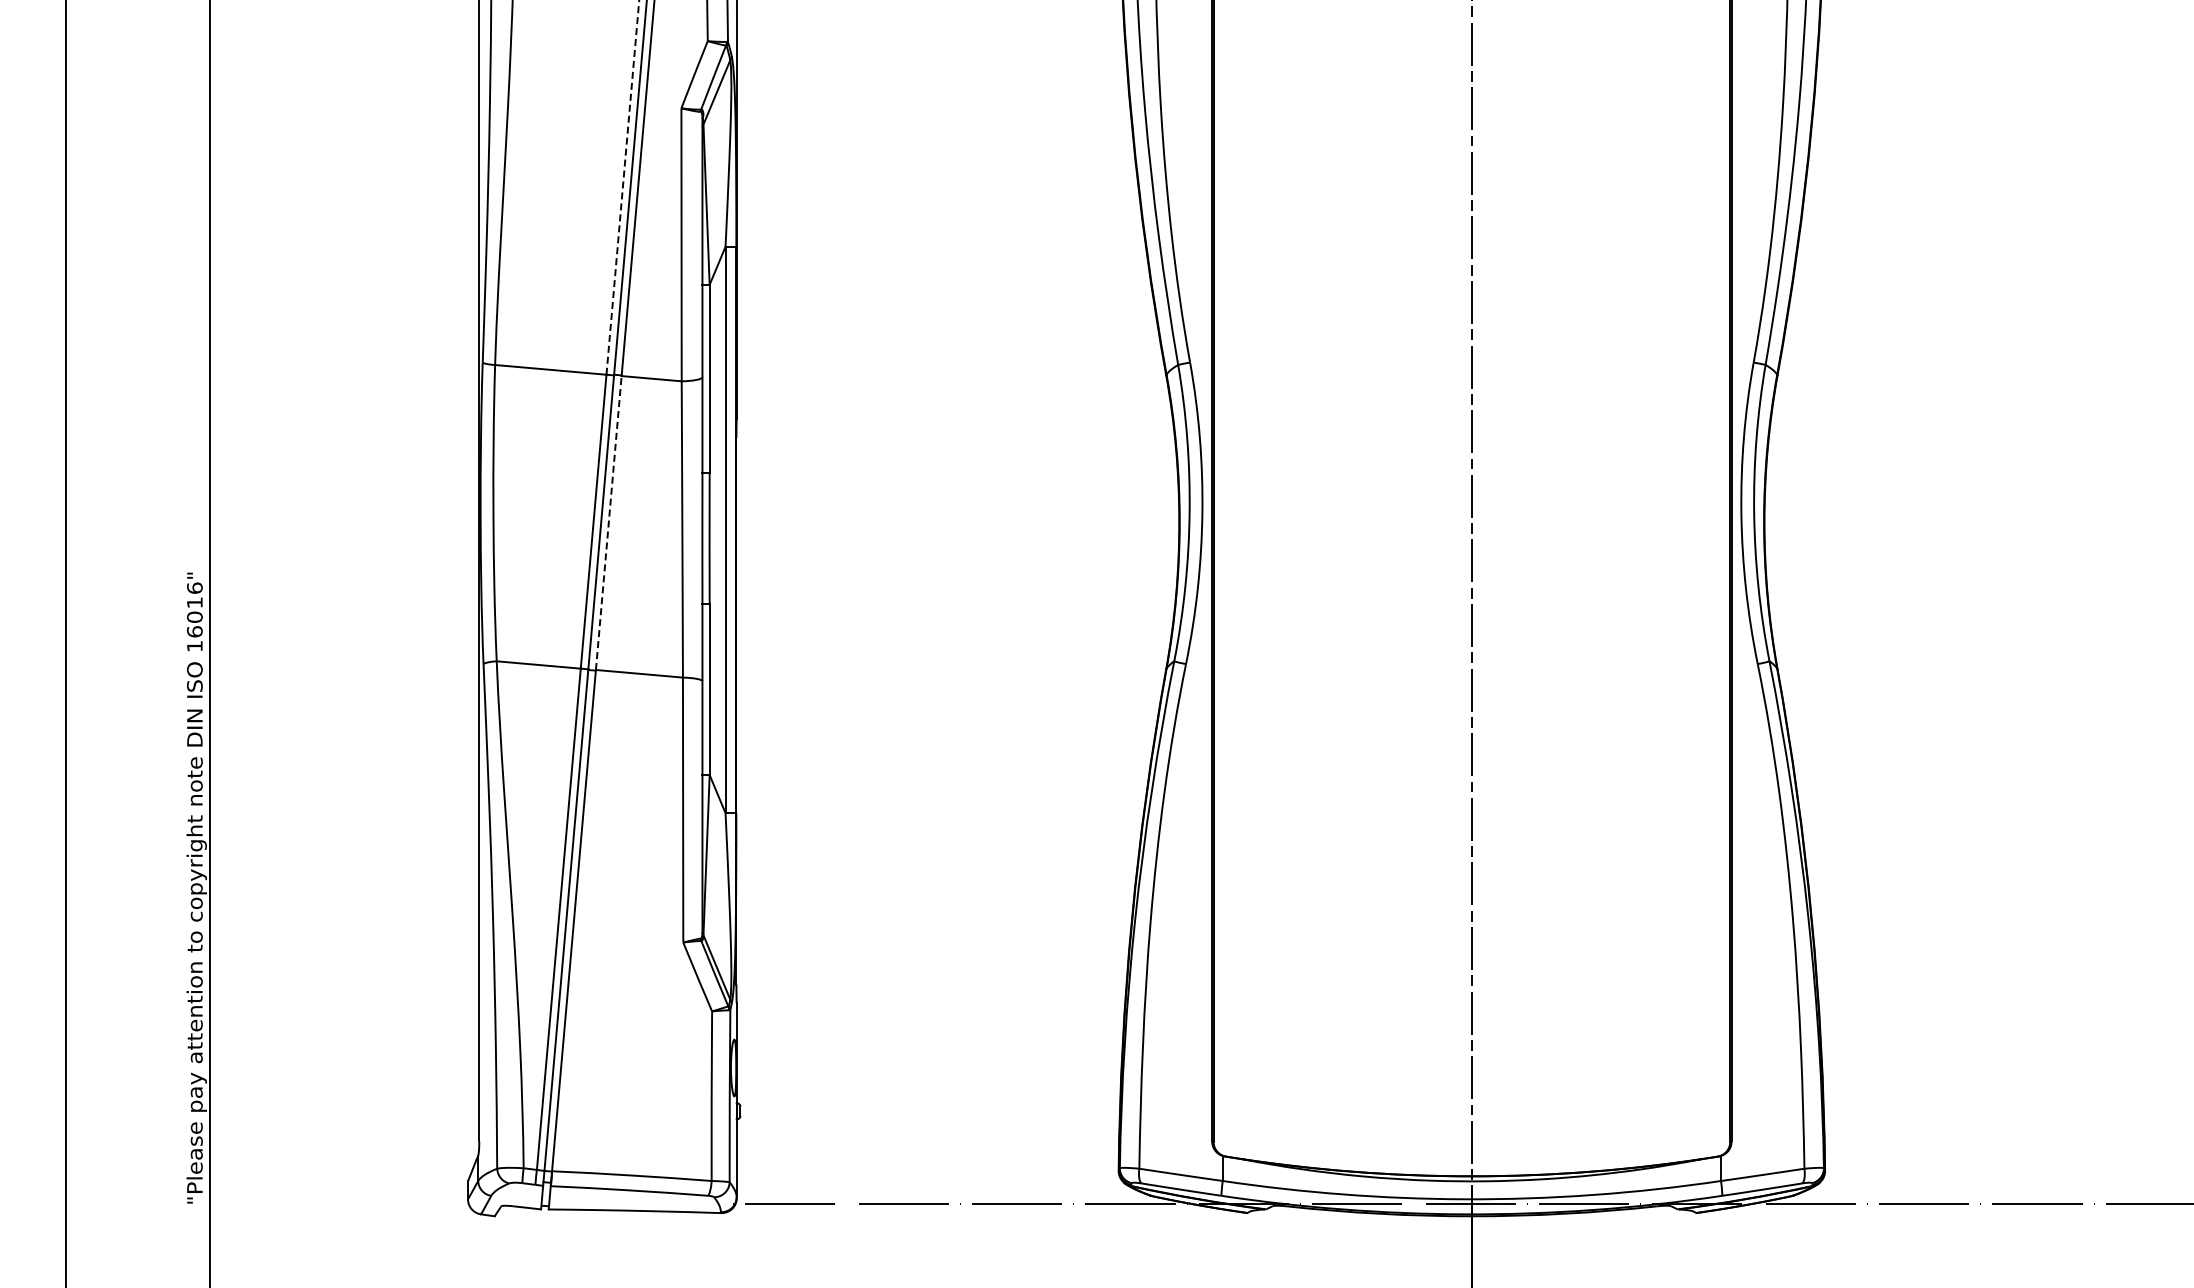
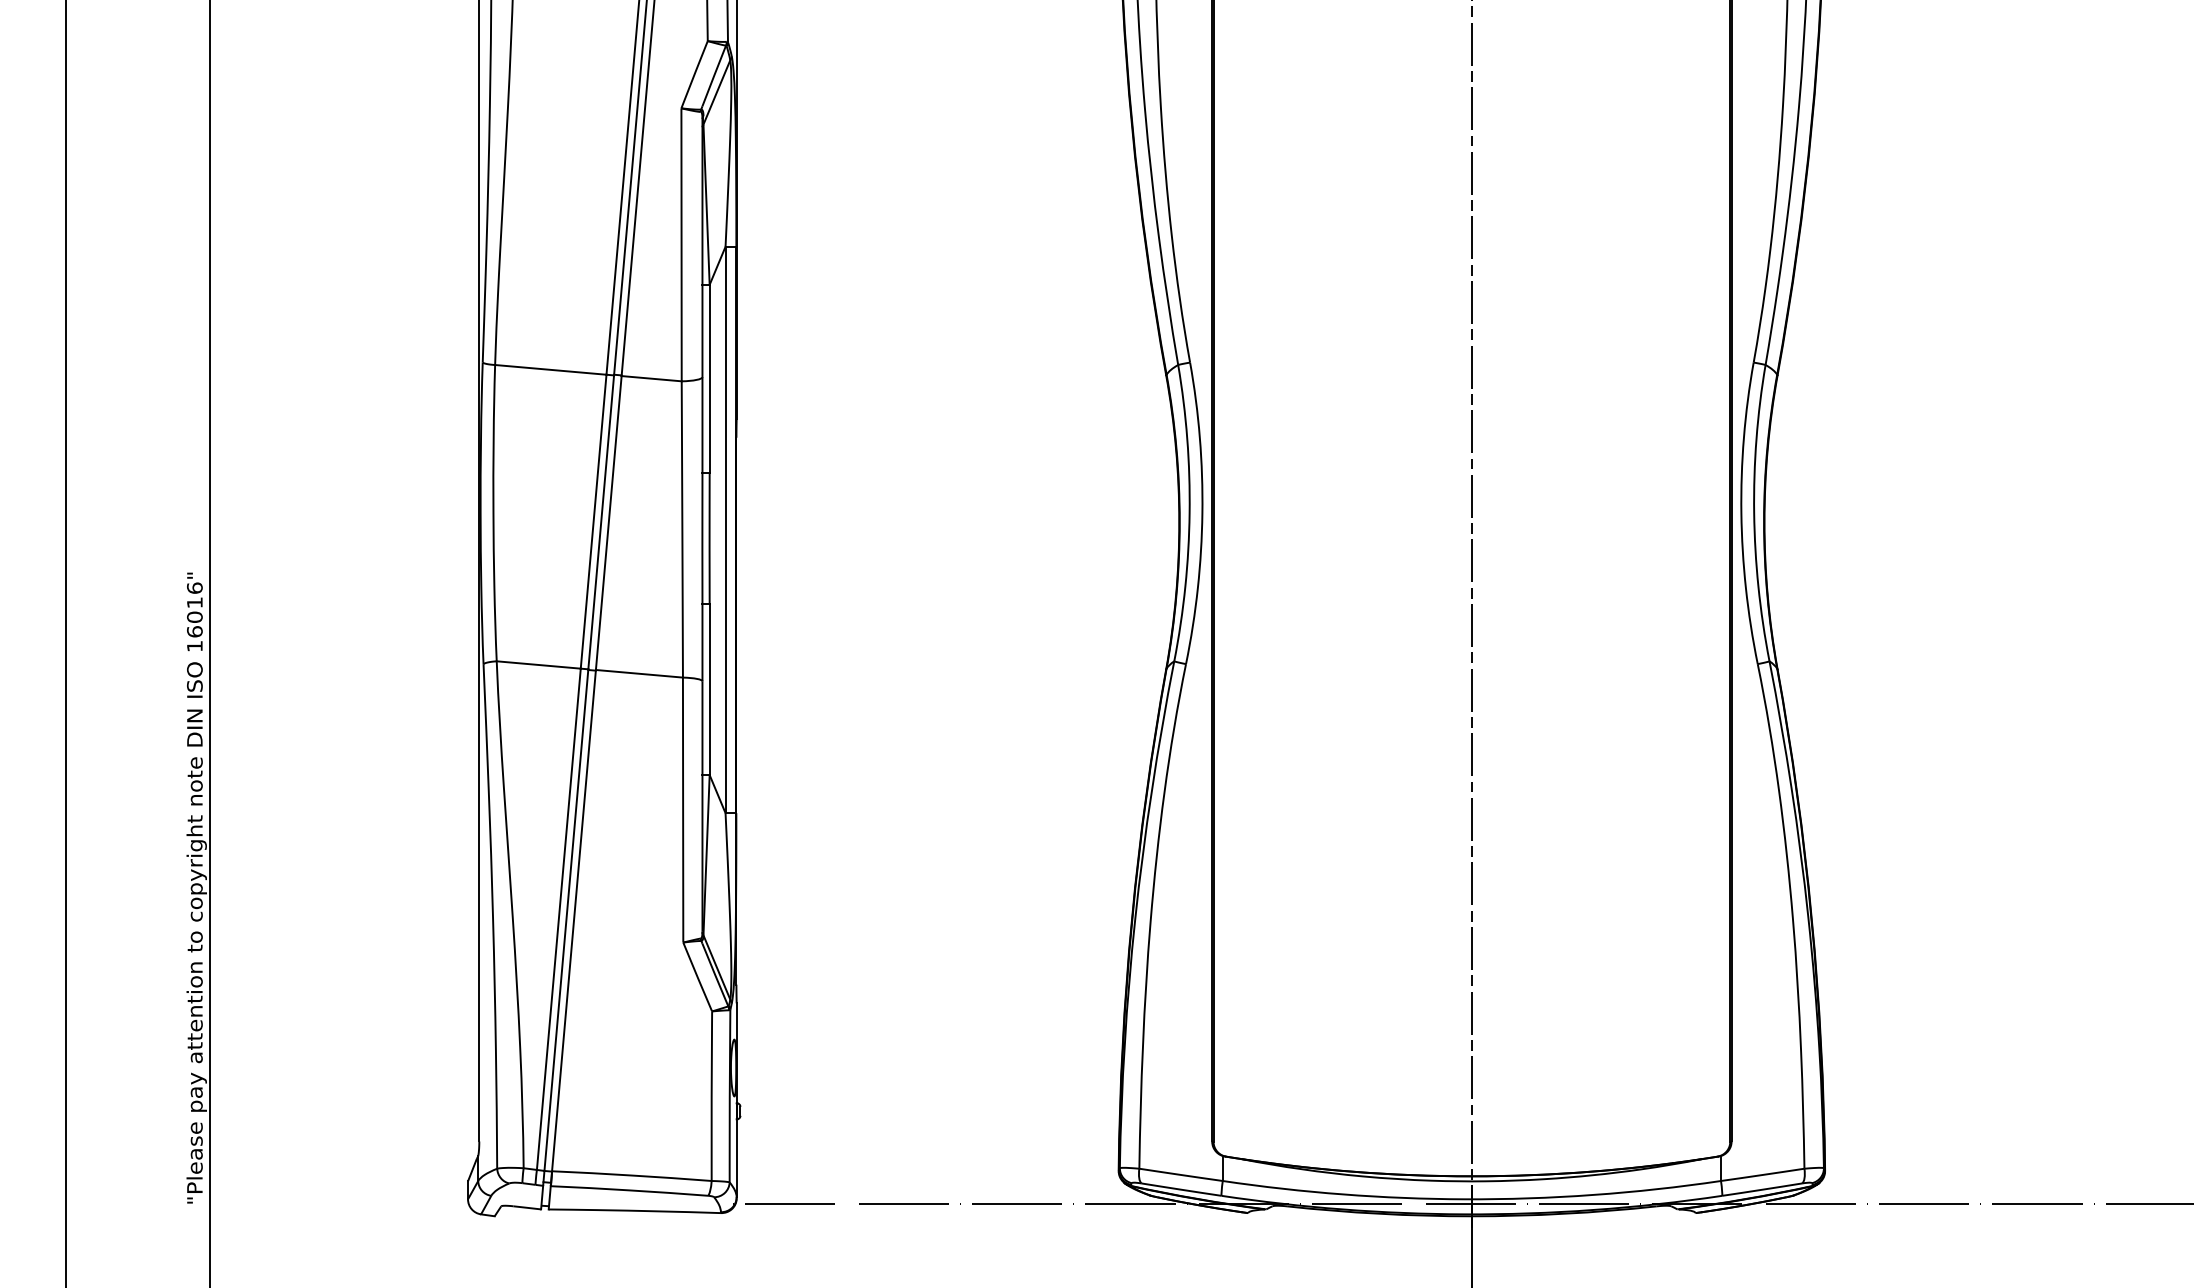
line at (622, 187): dashed -> solid
line at (608, 523): dashed -> solid
